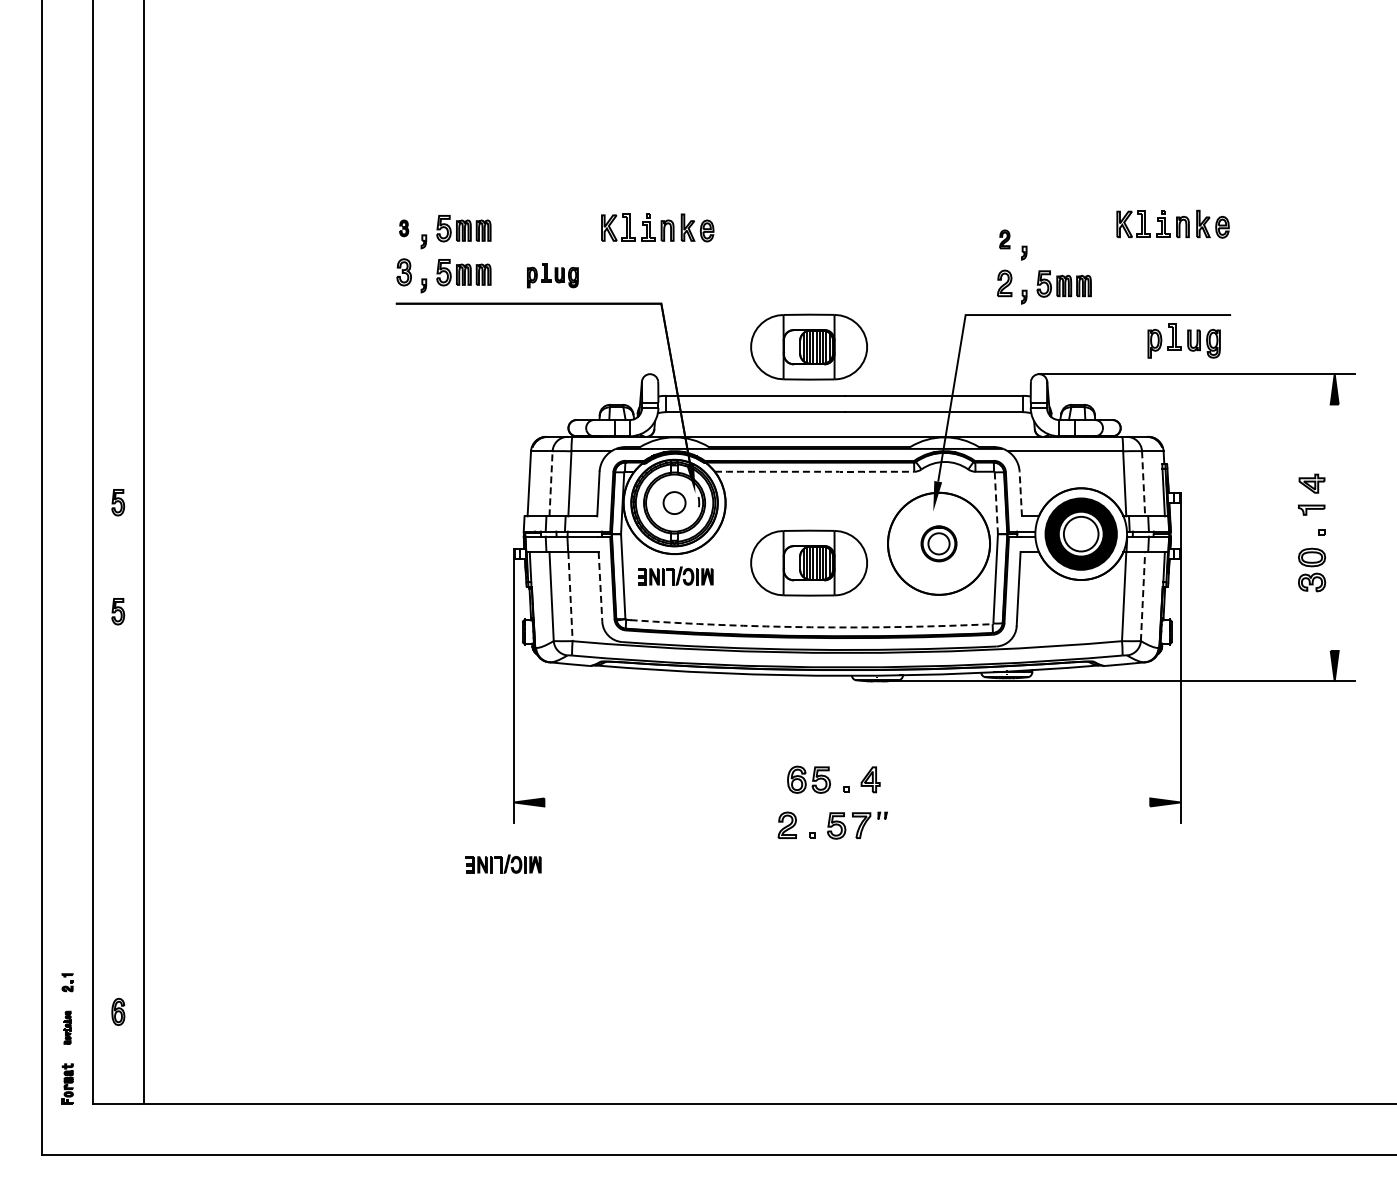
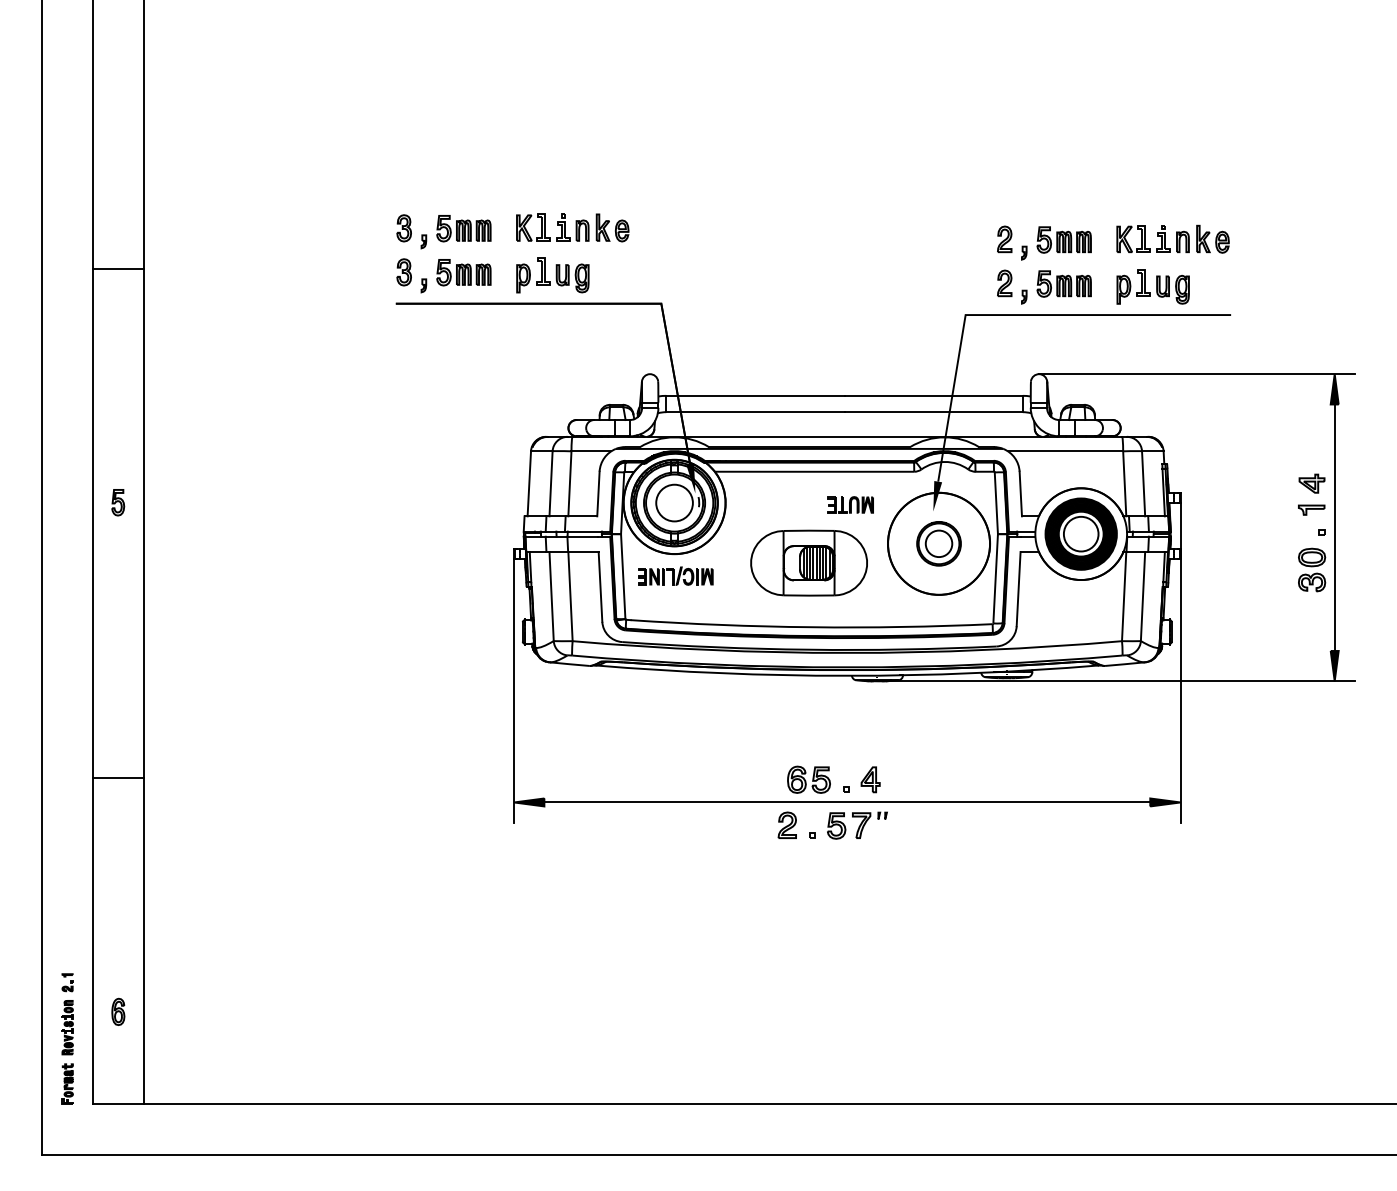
part at (1172, 223) position: (1172, 223) -> (1172, 238)
part at (657, 227) position: (657, 227) -> (572, 227)
part at (404, 228) size: 11x19 px -> 16x29 px
part at (1004, 239) size: 12x21 px -> 16x29 px
part at (1063, 239): none -> present
line at (117, 268): none -> present
part at (552, 275) size: 52x26 px -> 74x37 px
part at (1183, 340) position: (1183, 340) -> (1152, 286)
part at (808, 346): present -> none
arc at (814, 471): dashed -> solid
line at (551, 483): dashed -> solid
line at (1143, 483): dashed -> solid
line at (1020, 493): dashed -> solid
circle at (674, 503) diameter: 22 px -> 37 px
line at (996, 503): dashed -> solid
part at (850, 504): none -> present
line at (1334, 527): none -> present
part at (938, 543) size: 38x38 px -> 46x46 px
line at (600, 586): dashed -> solid
line at (570, 596): dashed -> solid
line at (1143, 596): dashed -> solid
part at (118, 611): present -> none
arc at (811, 627): dashed -> solid
line at (117, 778): none -> present
line at (847, 802): none -> present
part at (503, 863): present -> none
part at (67, 1027) size: 9x35 px -> 13x56 px
